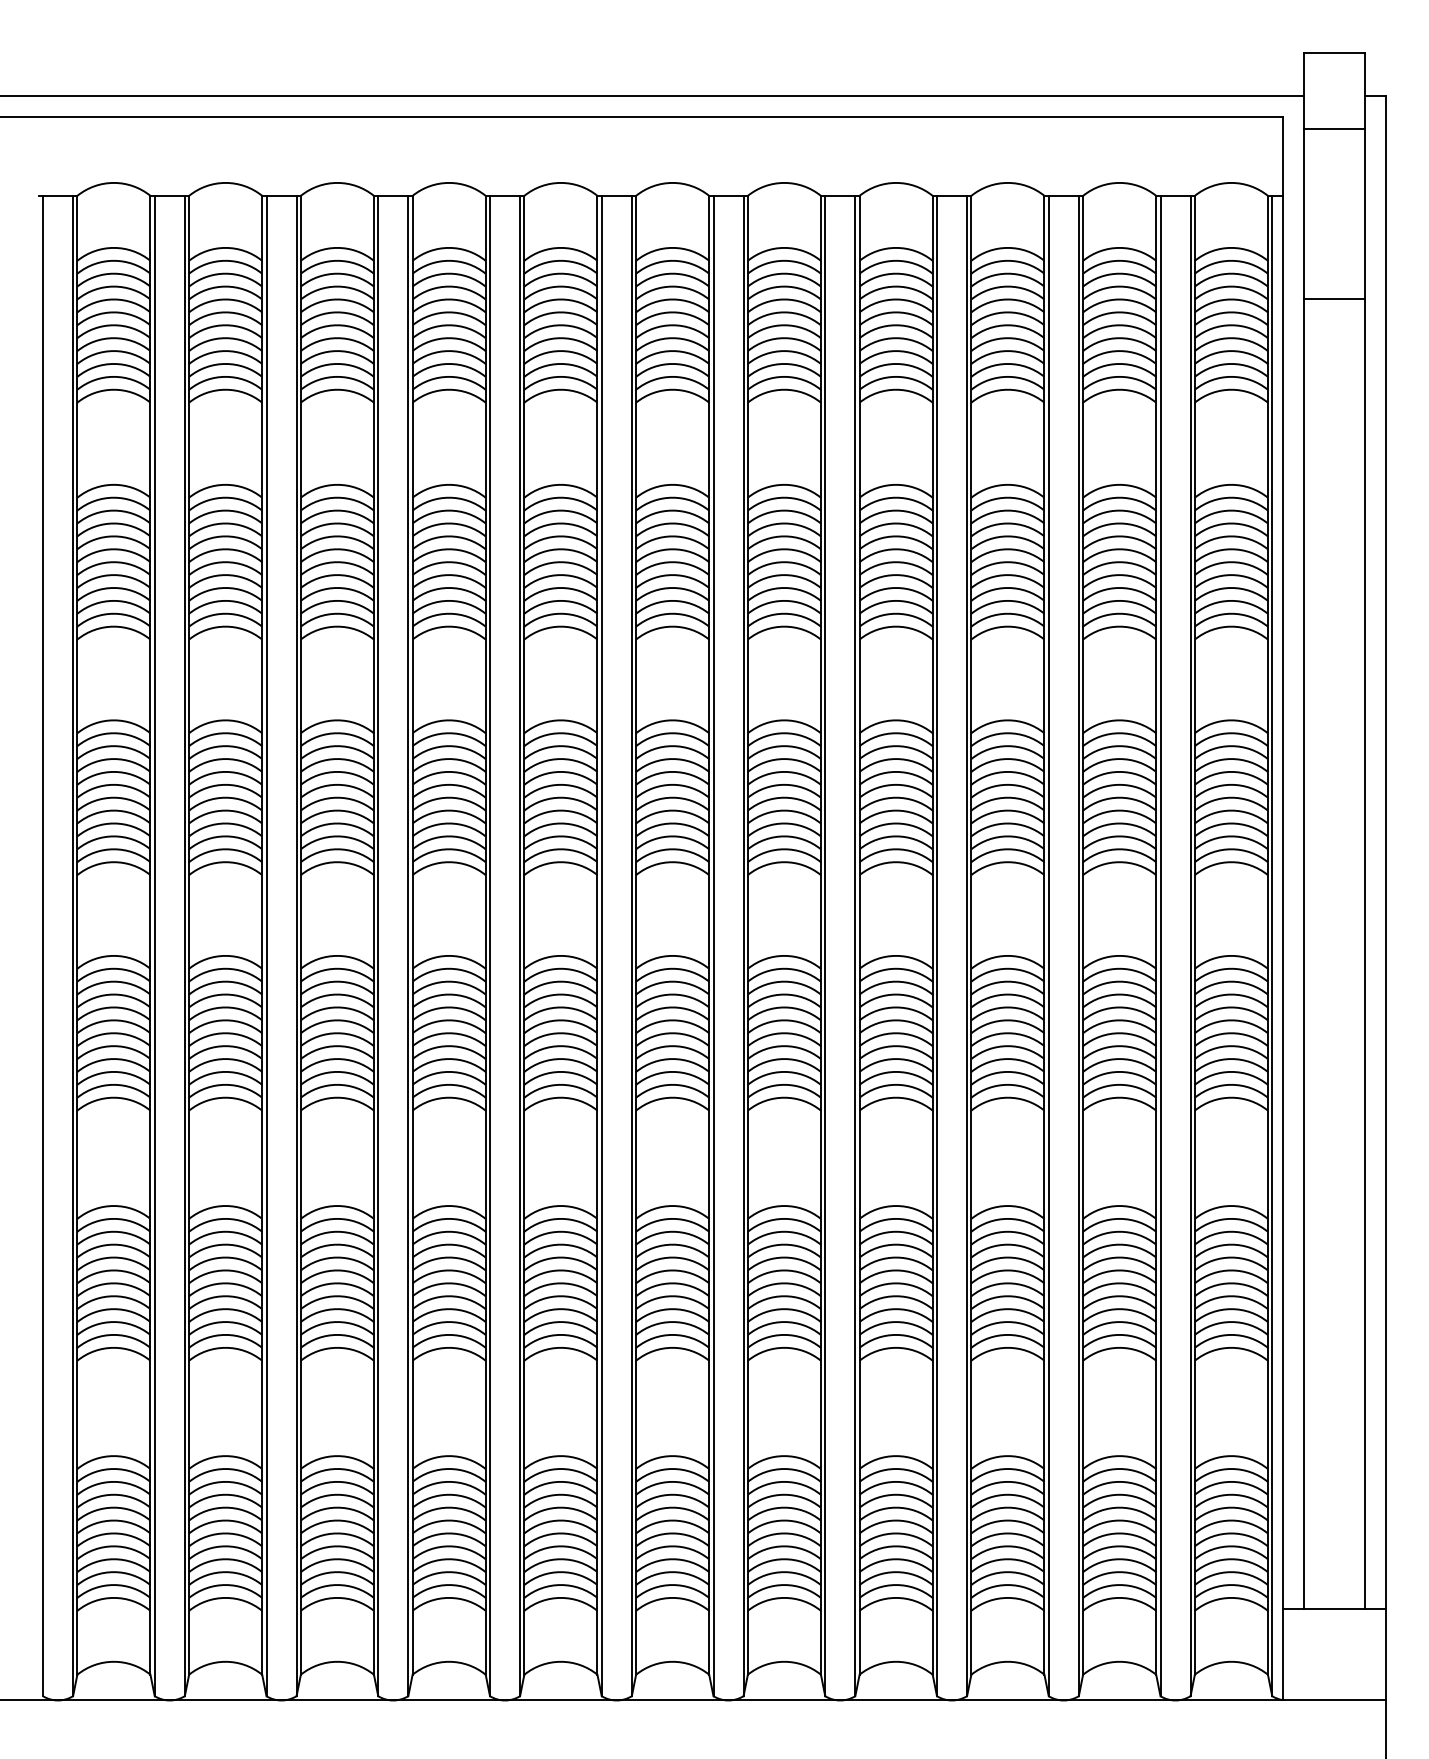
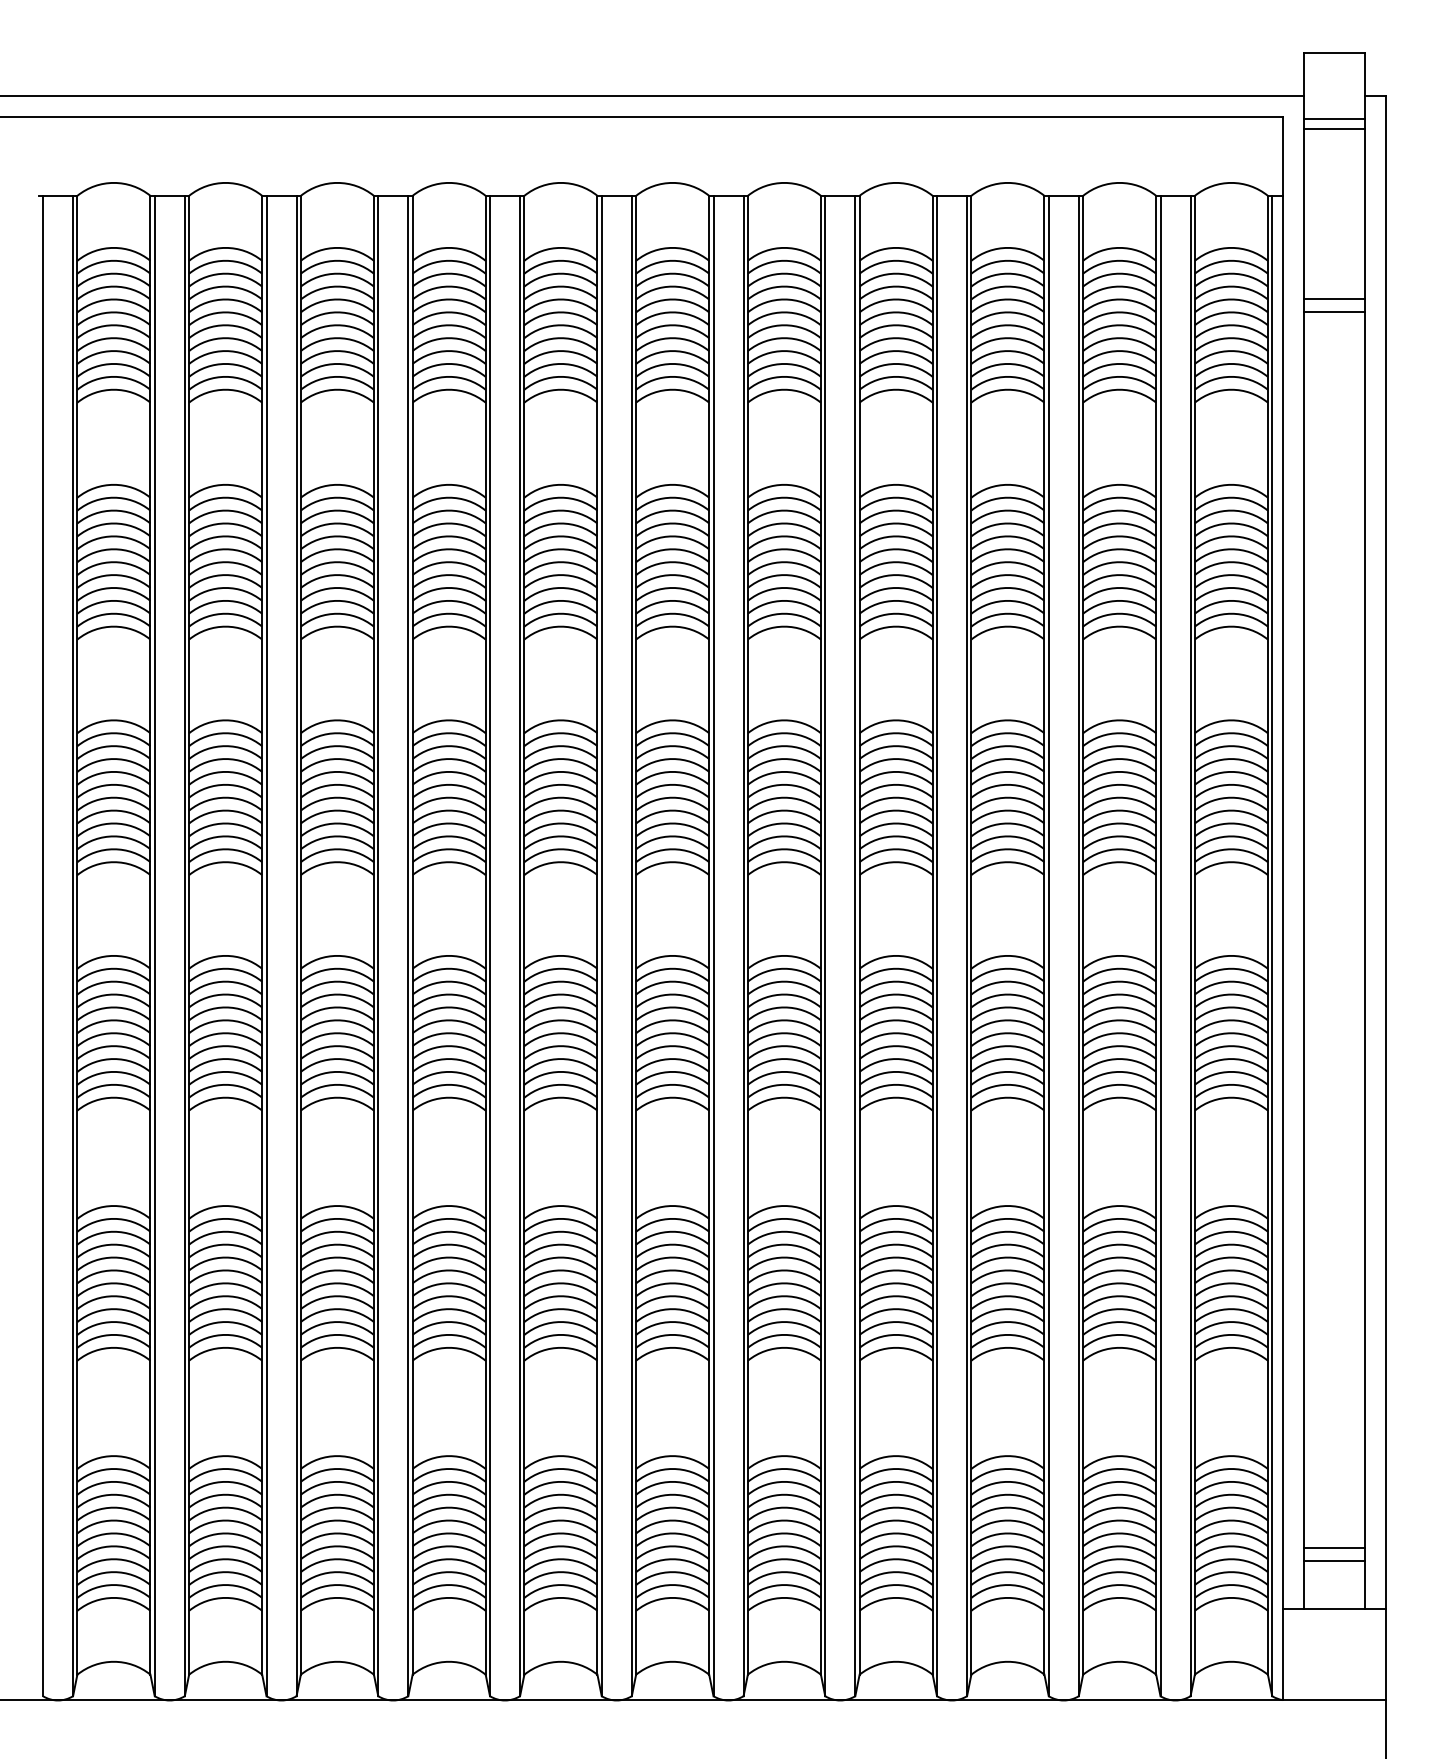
line at (1334, 118): none -> present
line at (1334, 311): none -> present
line at (1334, 1548): none -> present
line at (1334, 1561): none -> present
